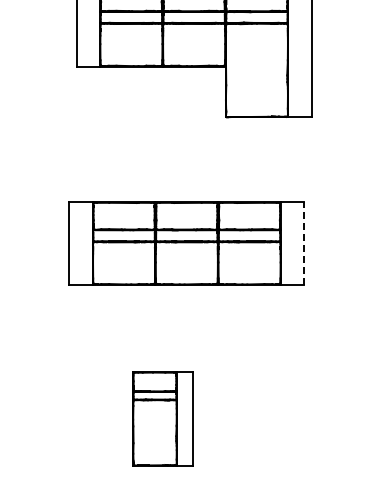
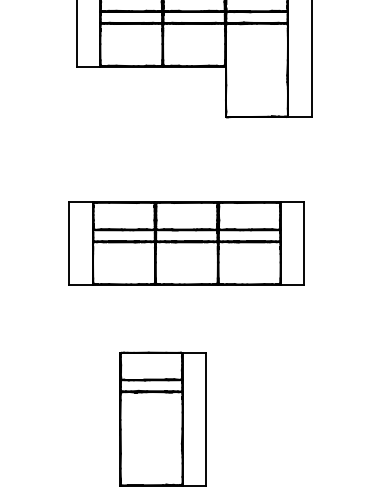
line at (304, 243): dashed -> solid
part at (162, 418) size: 62x96 px -> 88x136 px
